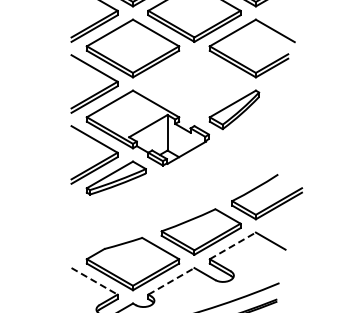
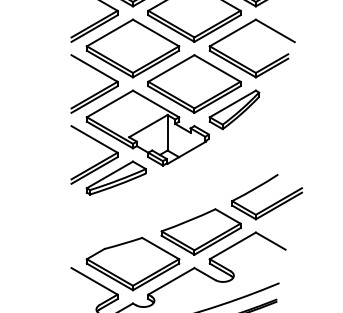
part at (194, 83): none -> present
line at (232, 245): dashed -> solid
line at (94, 281): dashed -> solid
line at (171, 281): dashed -> solid
